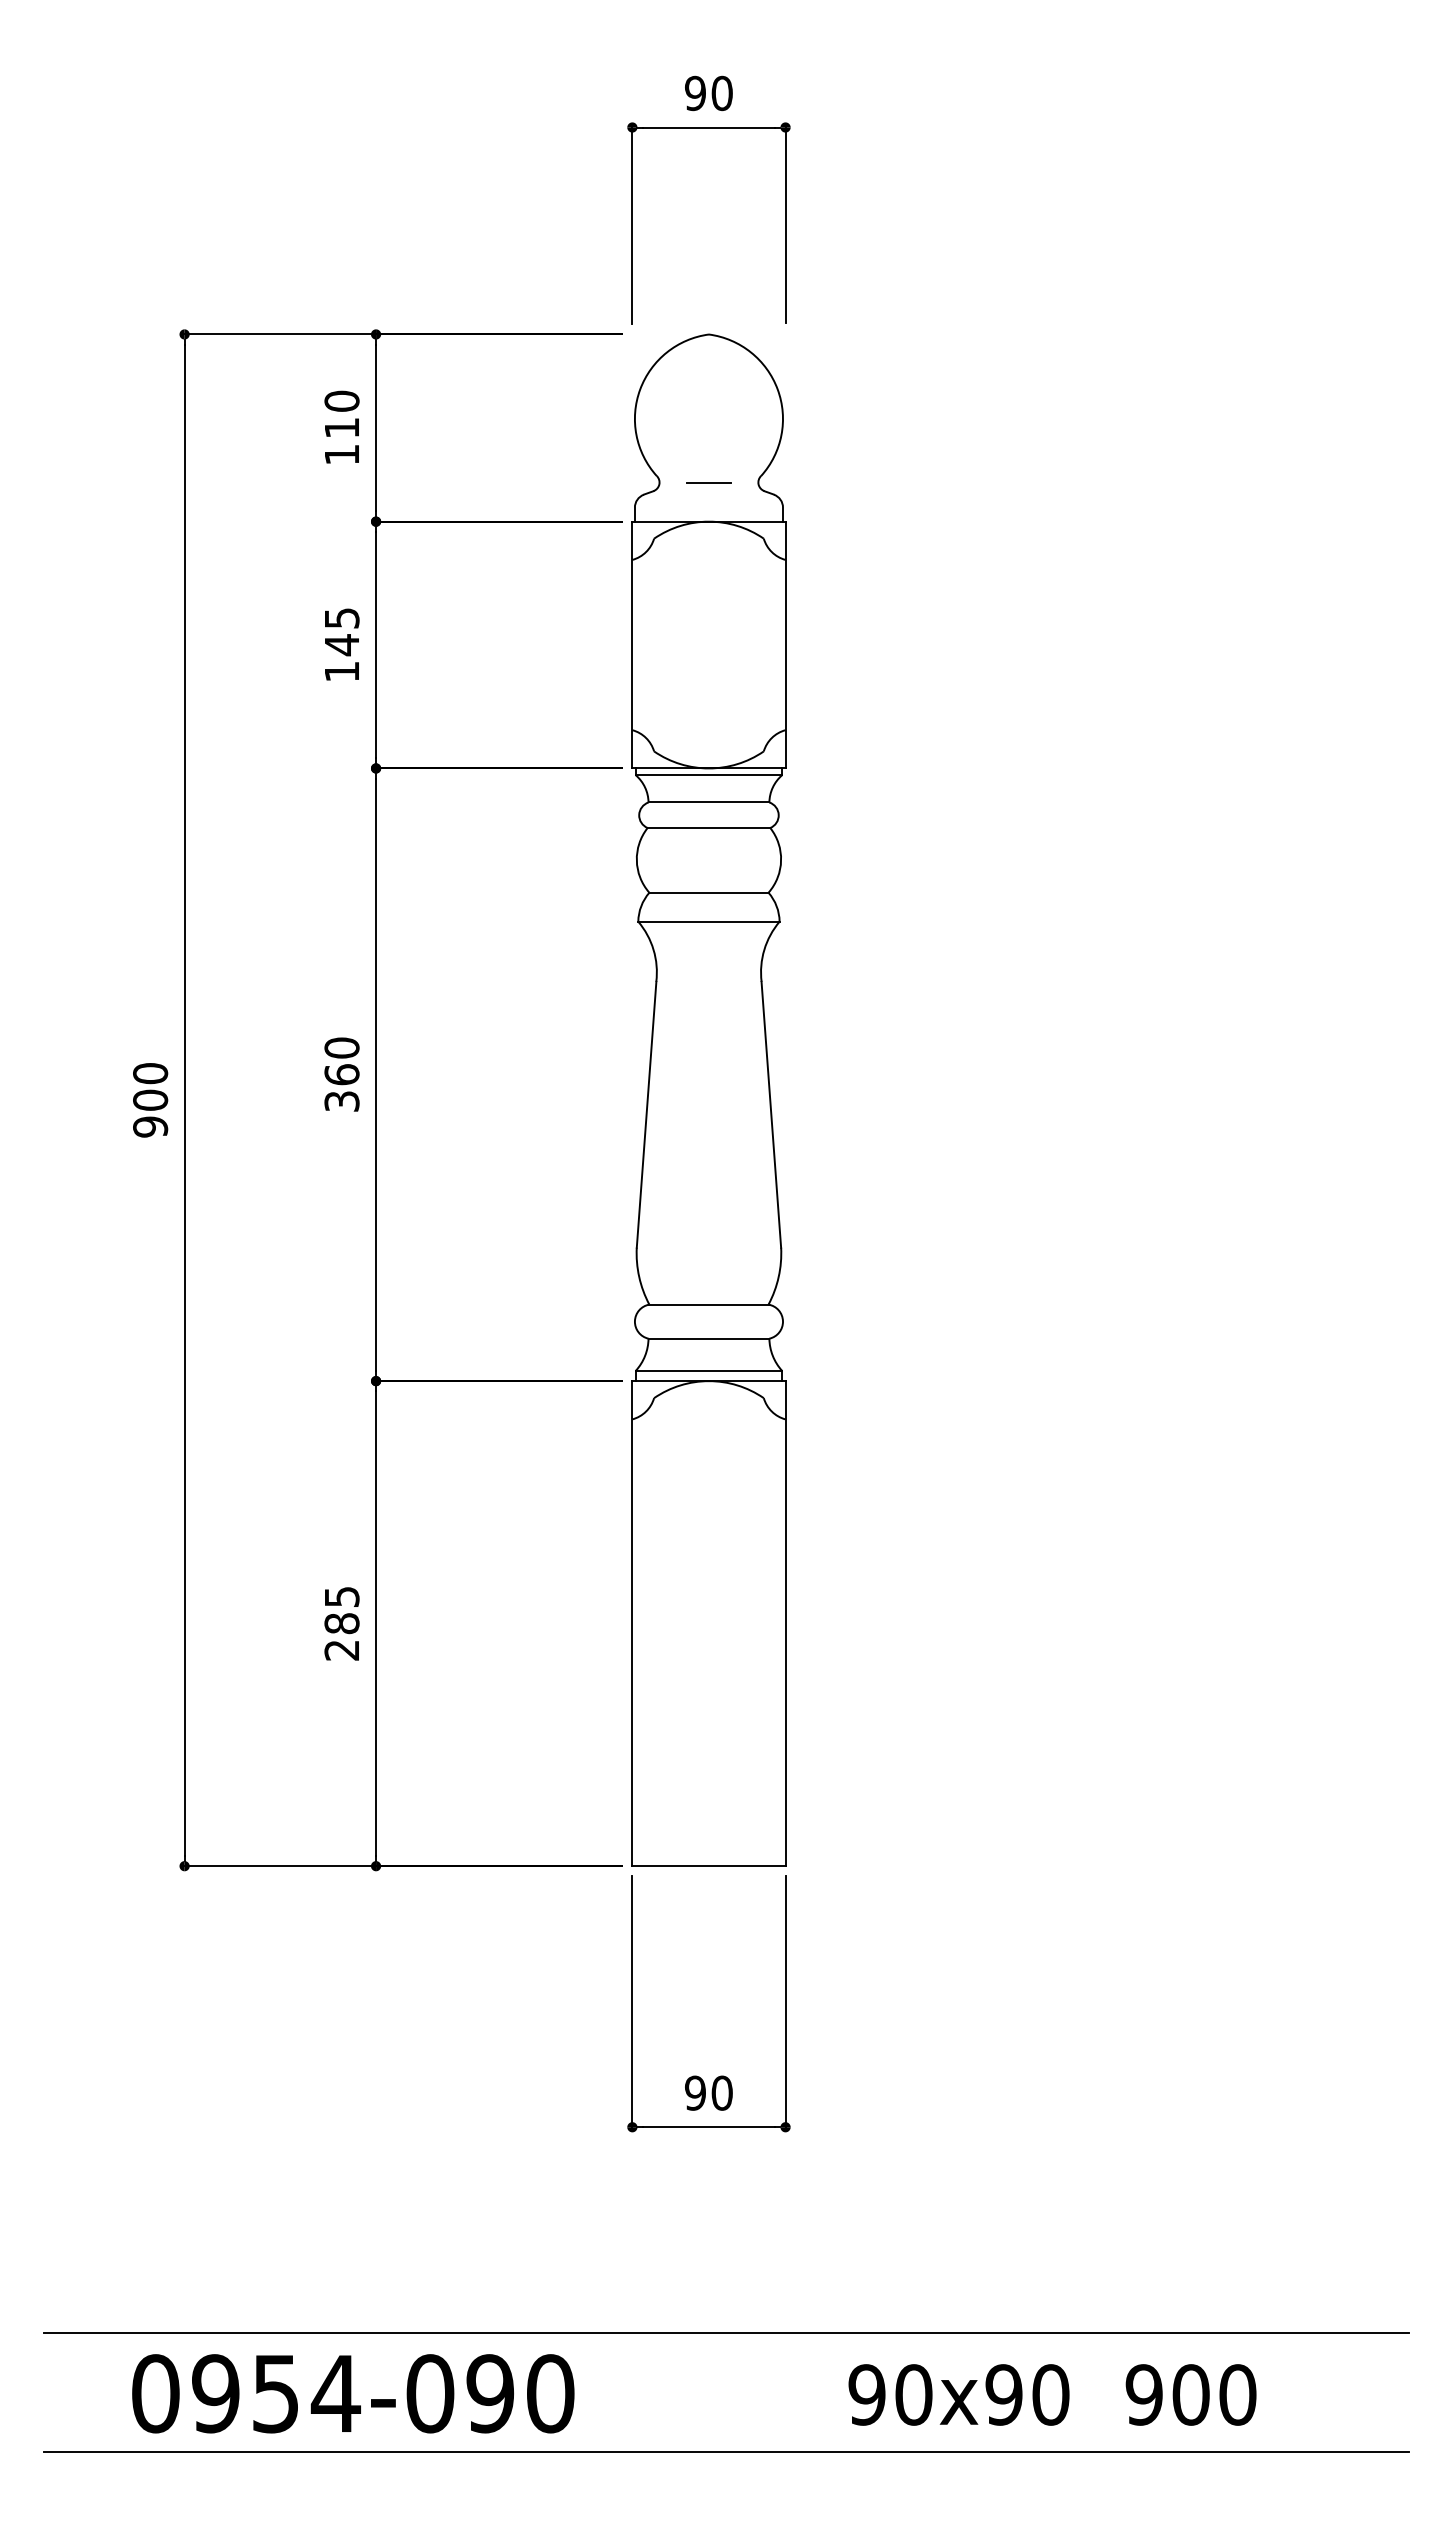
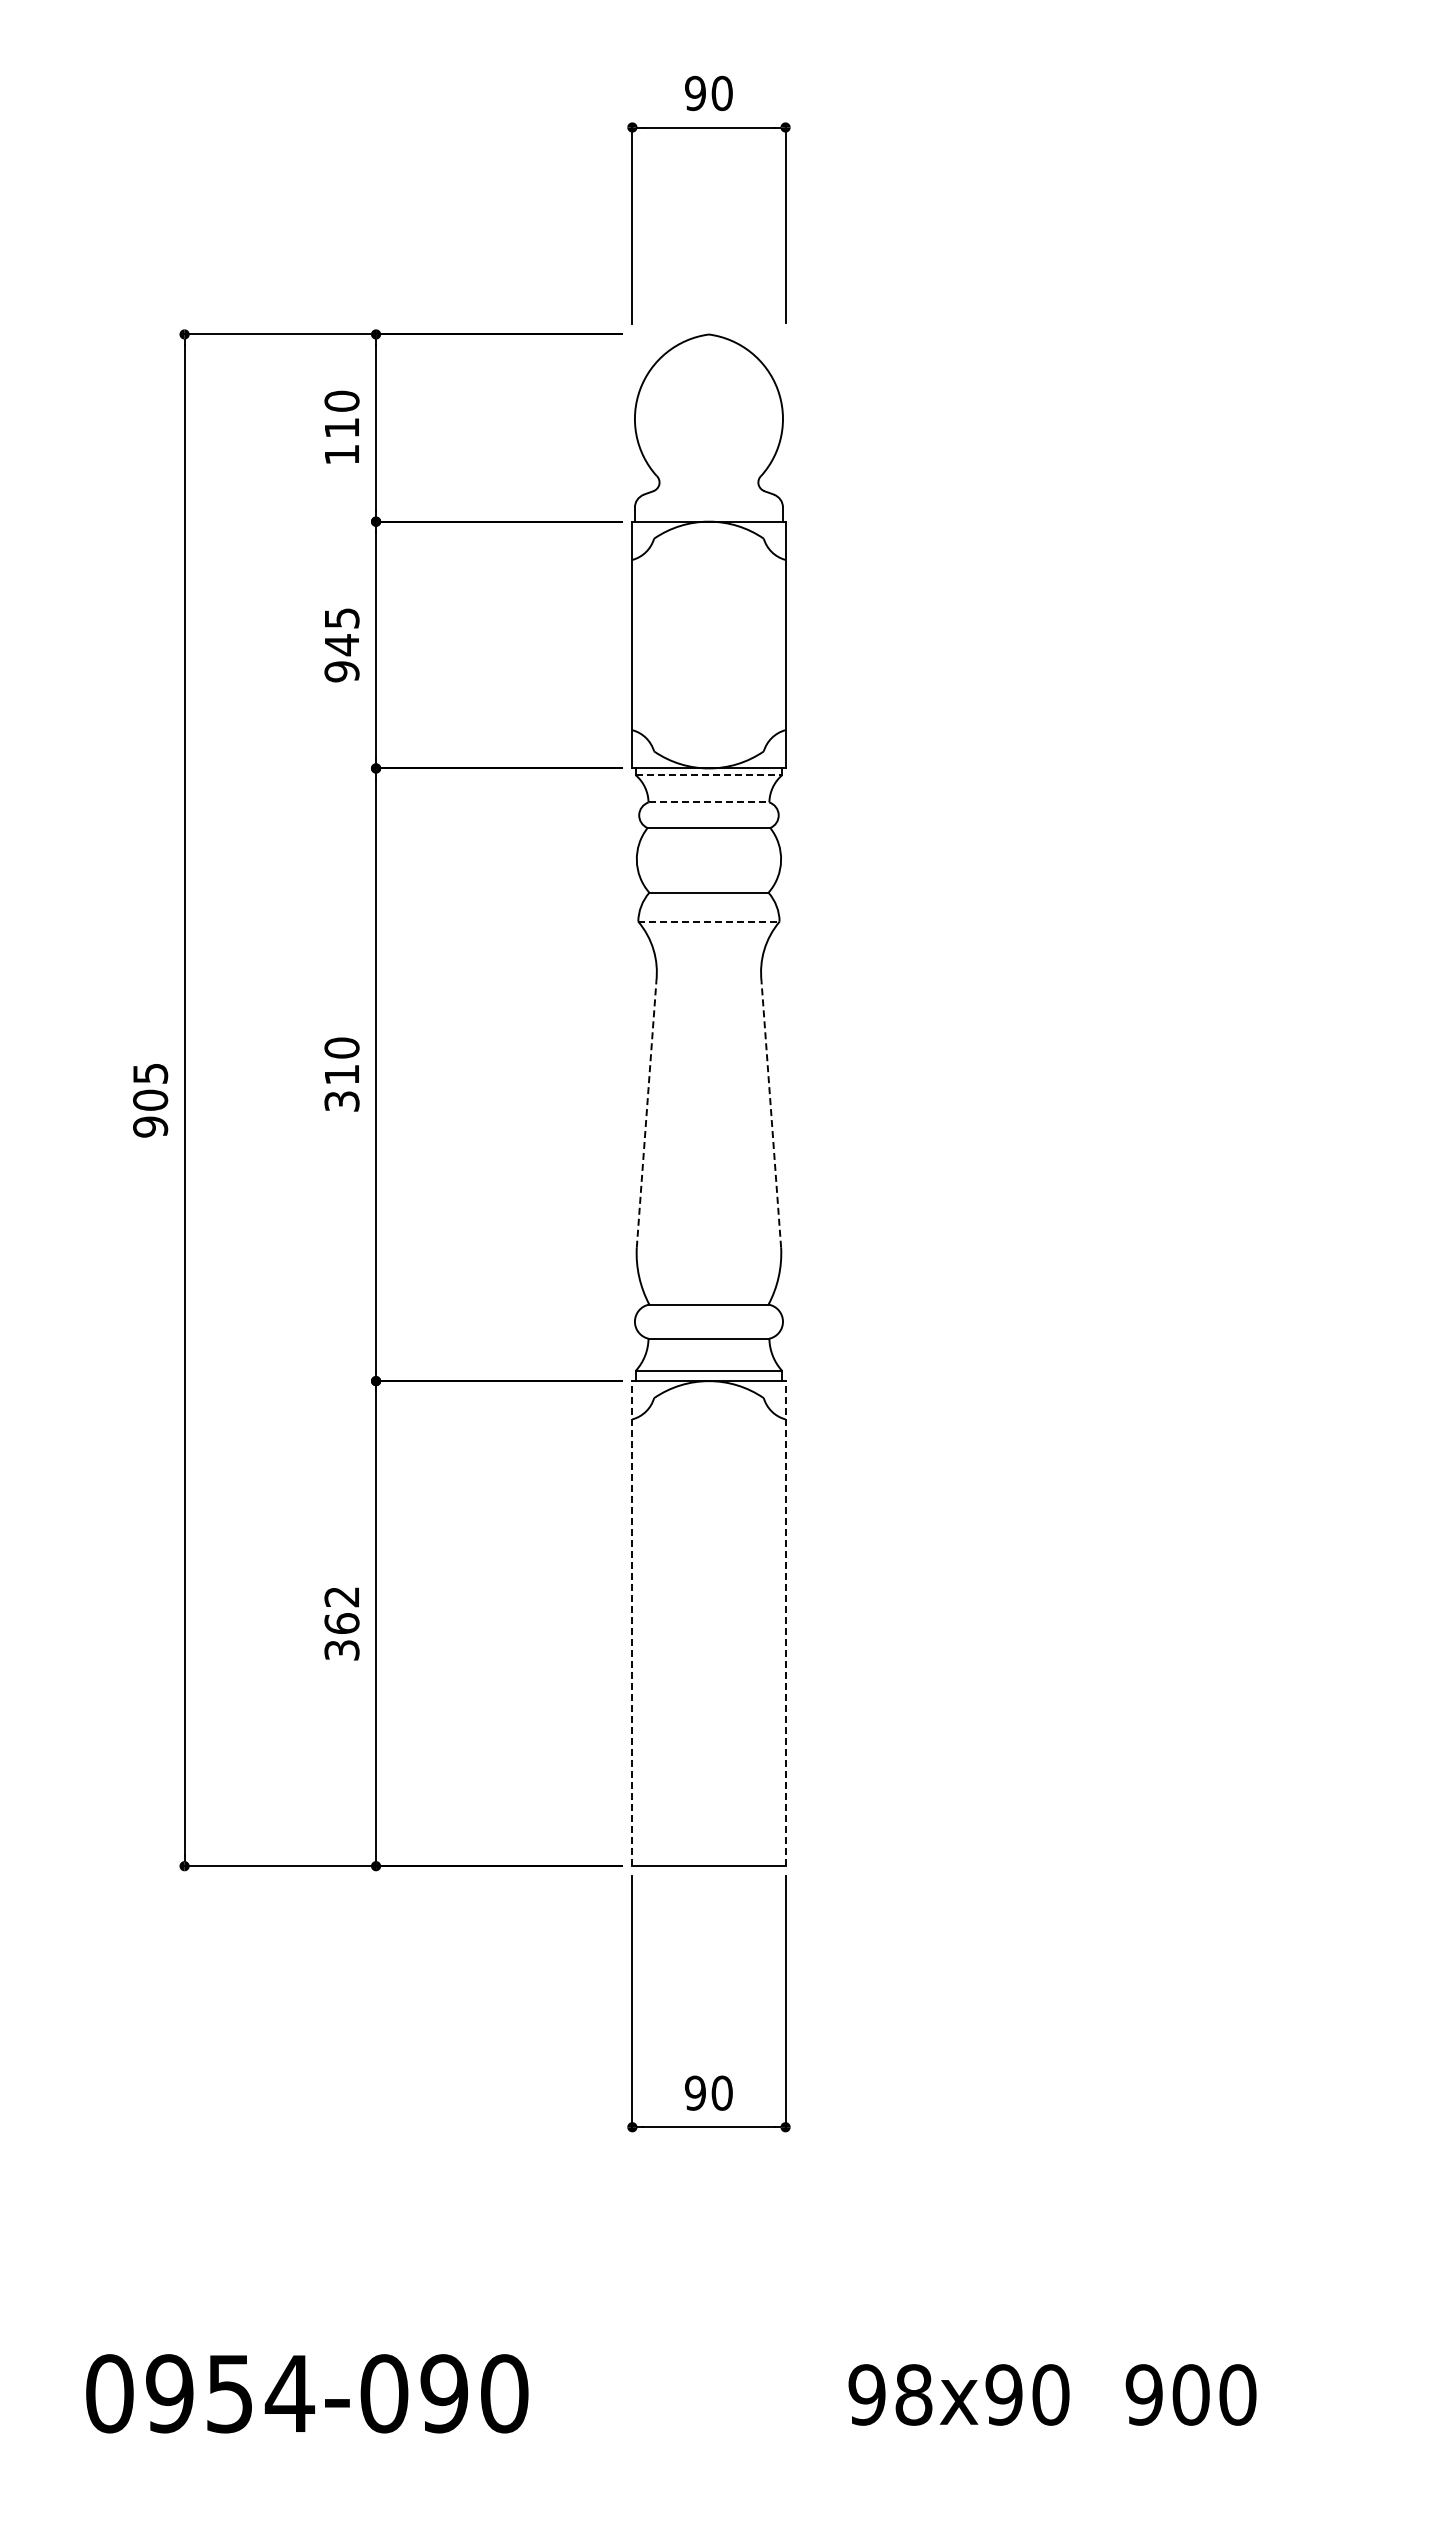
line at (708, 482): present -> none
text at (341, 671): 145 -> 945
line at (709, 775): solid -> dashed
line at (709, 802): solid -> dashed
line at (708, 921): solid -> dashed
text at (150, 1073): 900 -> 905
text at (341, 1074): 360 -> 310
line at (646, 1114): solid -> dashed
line at (771, 1114): solid -> dashed
text at (341, 1623): 285 -> 362
line at (632, 1623): solid -> dashed
line at (785, 1623): solid -> dashed
line at (726, 2333): present -> none
text at (353, 2393) position: (353, 2393) -> (307, 2393)
text at (913, 2394): 90x90 -> 98x90
line at (726, 2452): present -> none
